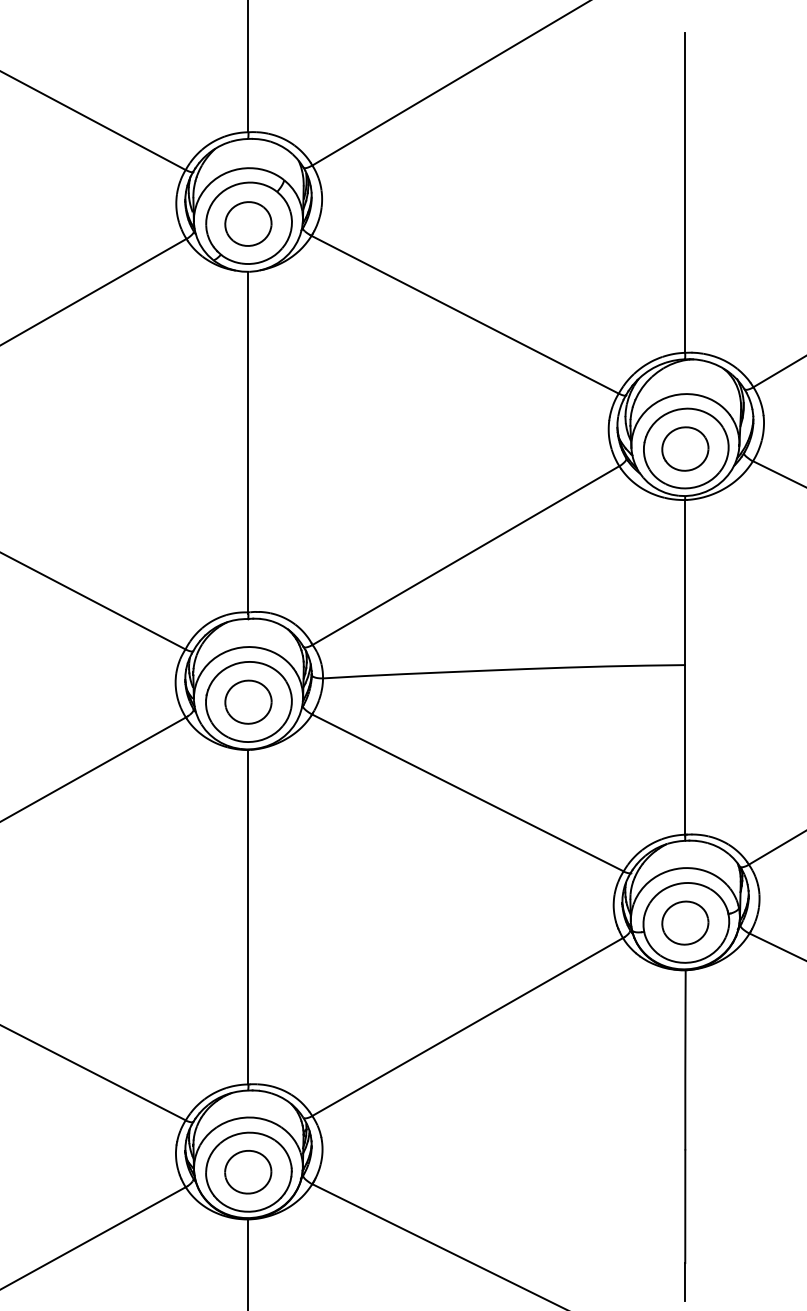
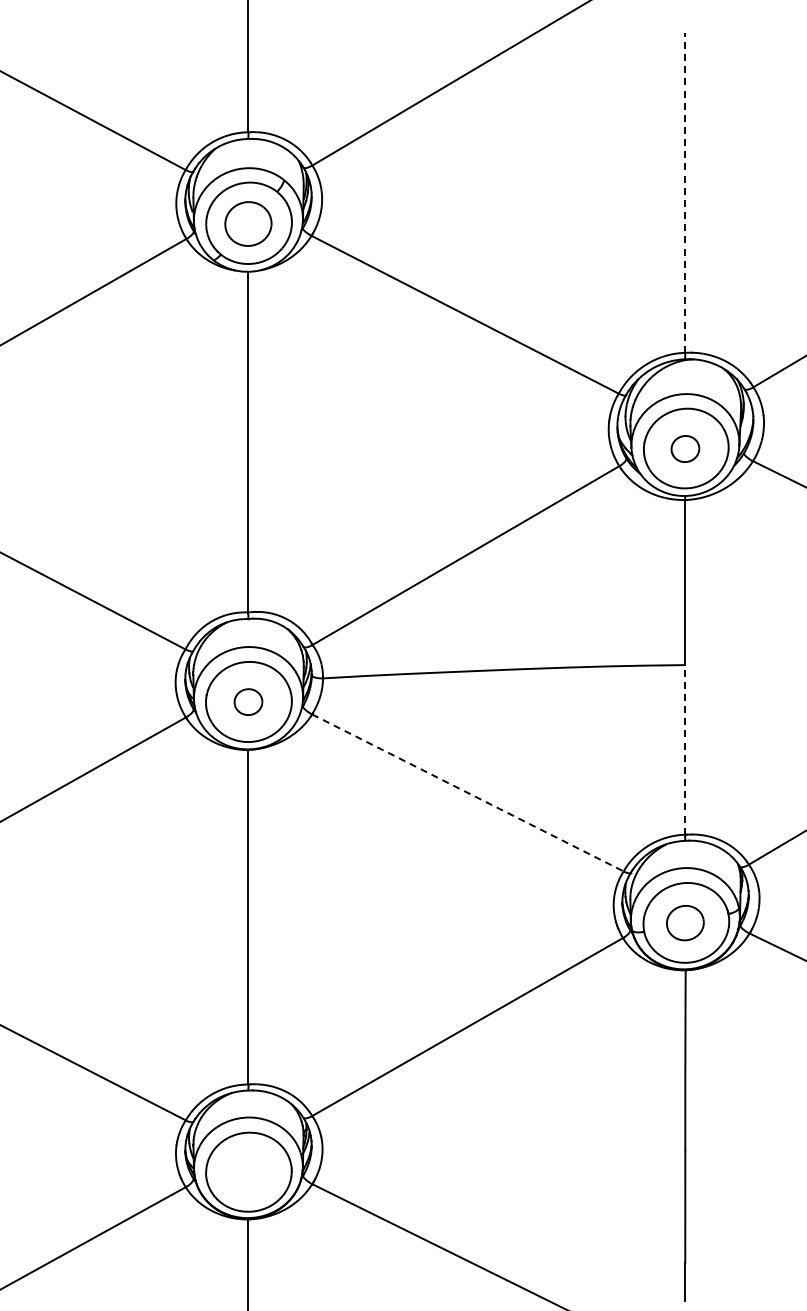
line at (685, 193): solid -> dashed
part at (685, 448) size: 49x46 px -> 31x28 px
part at (248, 701) size: 49x46 px -> 31x28 px
line at (685, 749): solid -> dashed
line at (468, 793): solid -> dashed
part at (685, 922) size: 49x46 px -> 39x37 px
part at (248, 1172): present -> none
